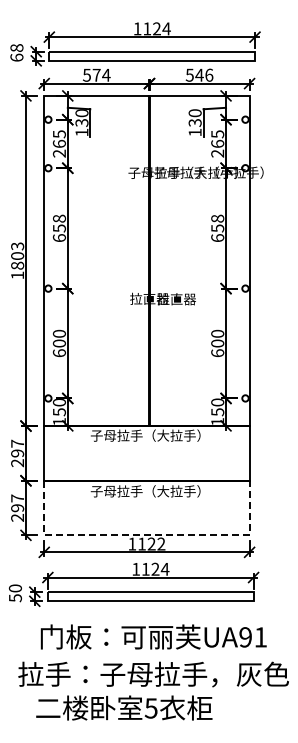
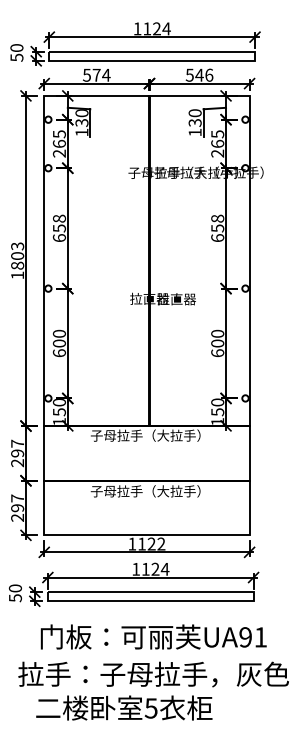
text at (16, 52): 68 -> 50
line at (146, 535): dashed -> solid
